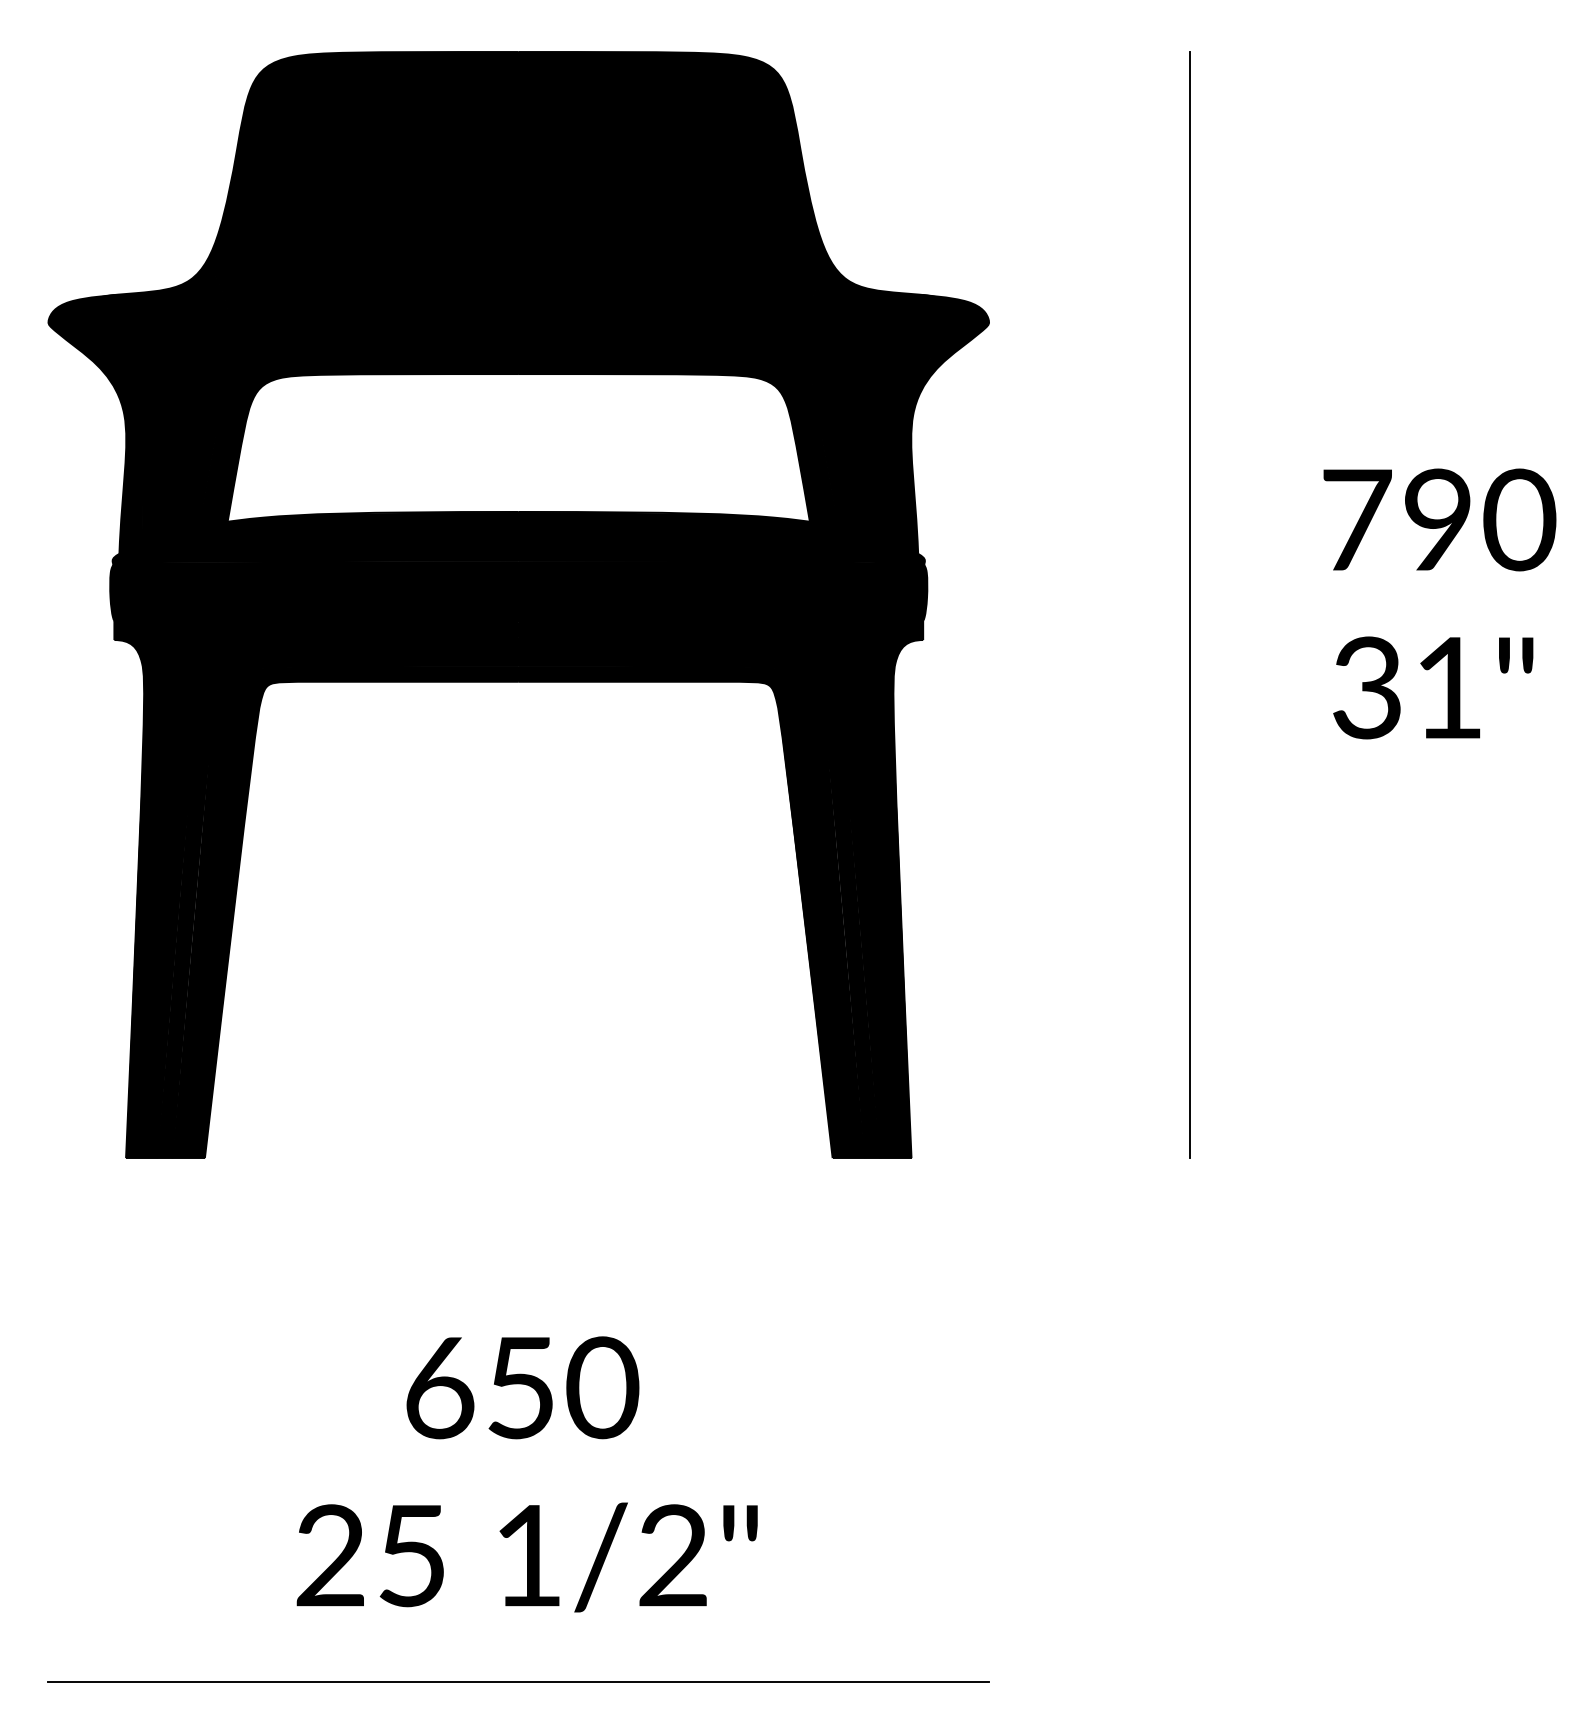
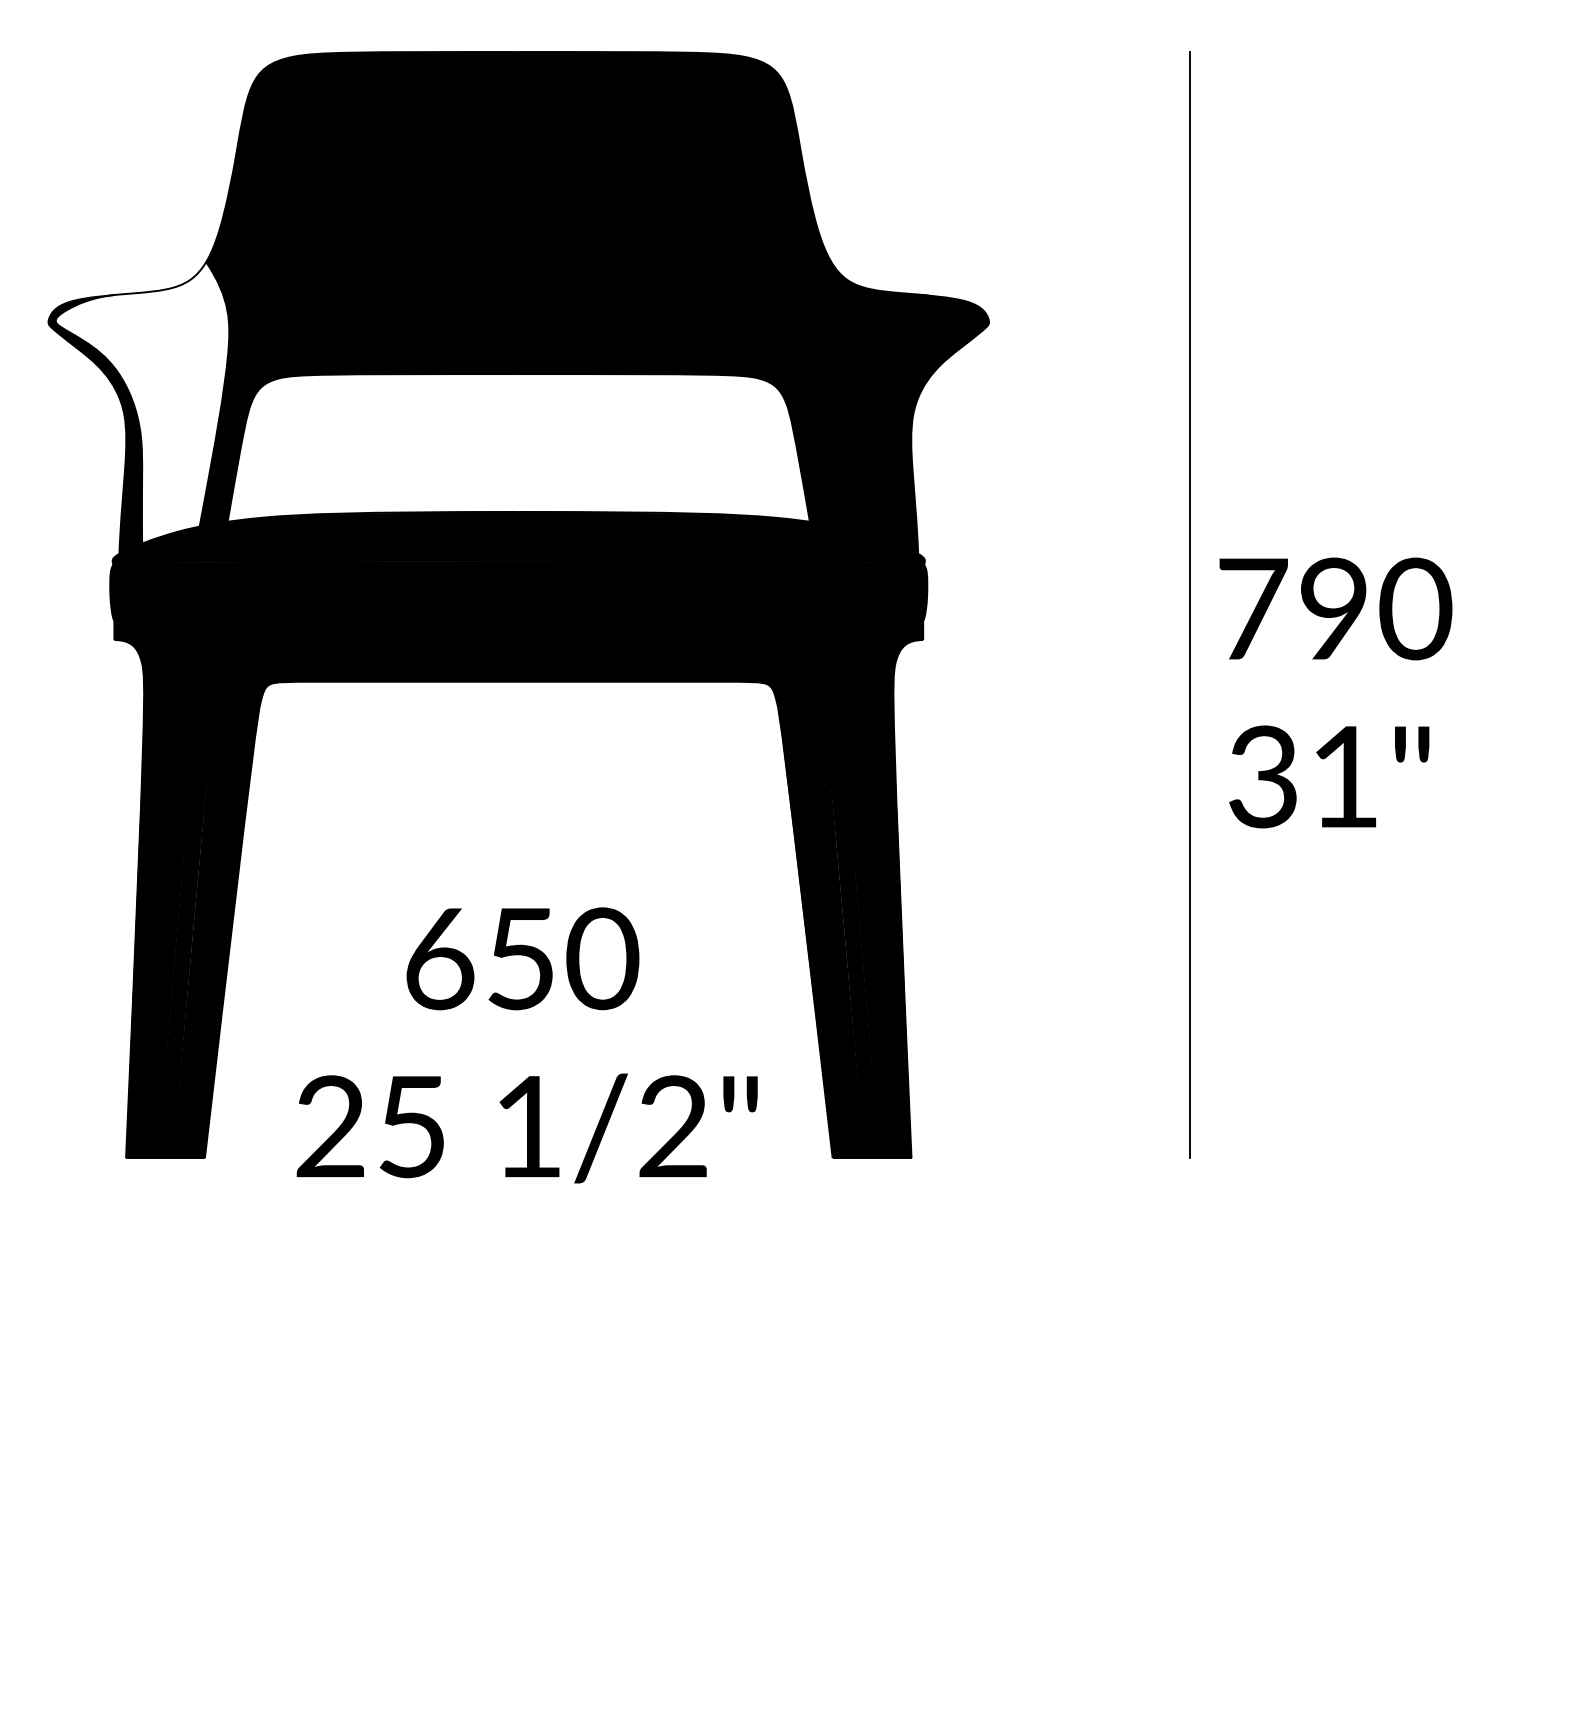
fill at (142, 402): present -> none
text at (1439, 603) position: (1439, 603) -> (1335, 692)
text at (526, 1474) position: (526, 1474) -> (526, 1045)
line at (518, 1681): present -> none
